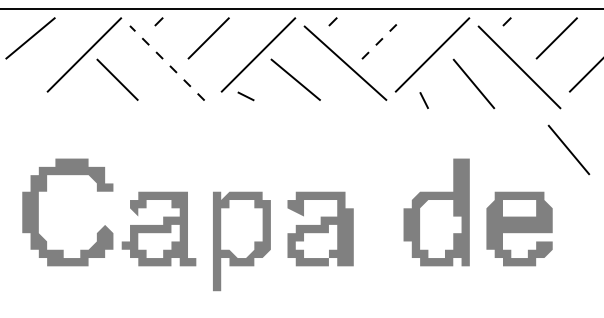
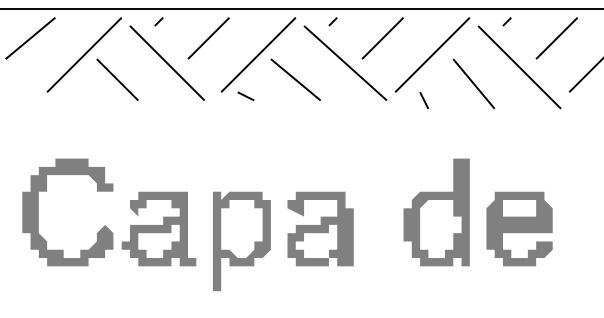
line at (383, 38): dashed -> solid
line at (167, 63): dashed -> solid
line at (568, 149): present -> none
